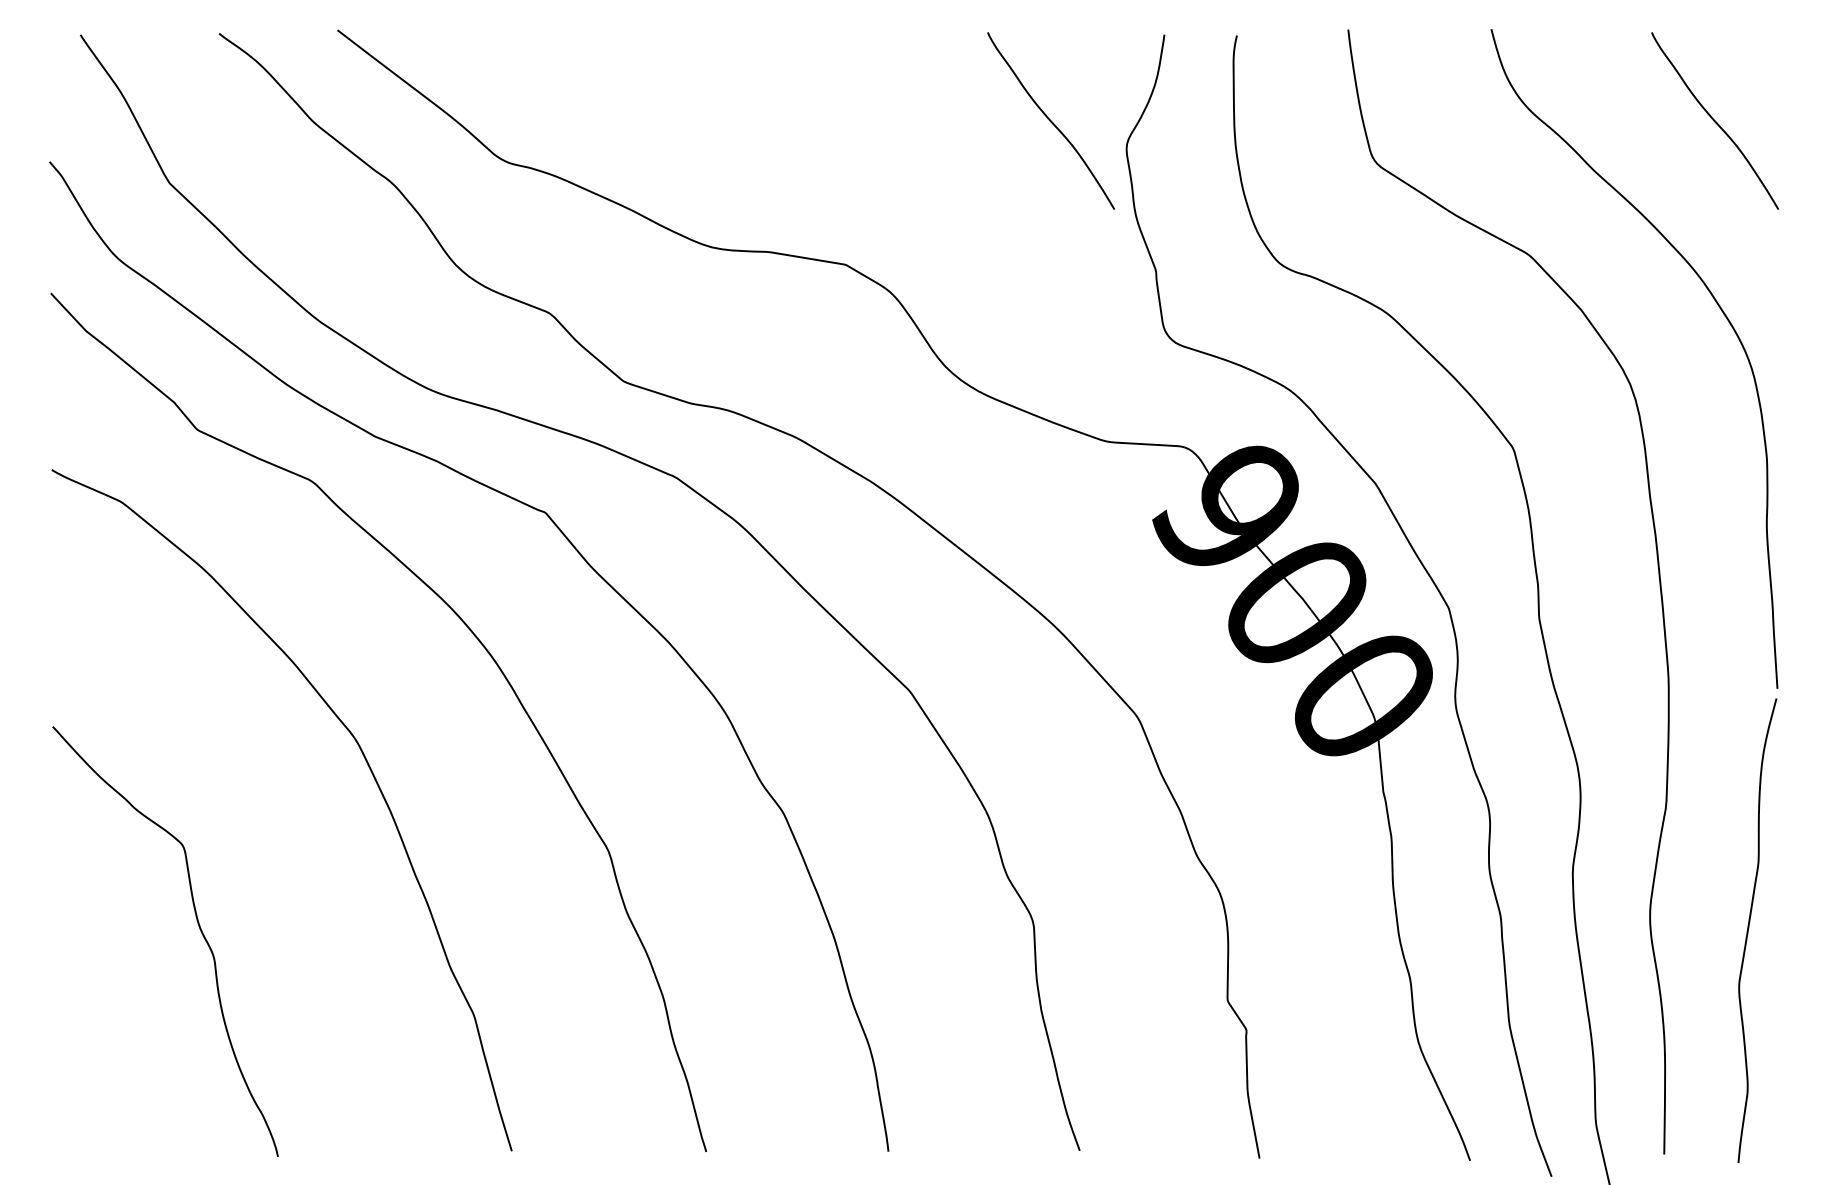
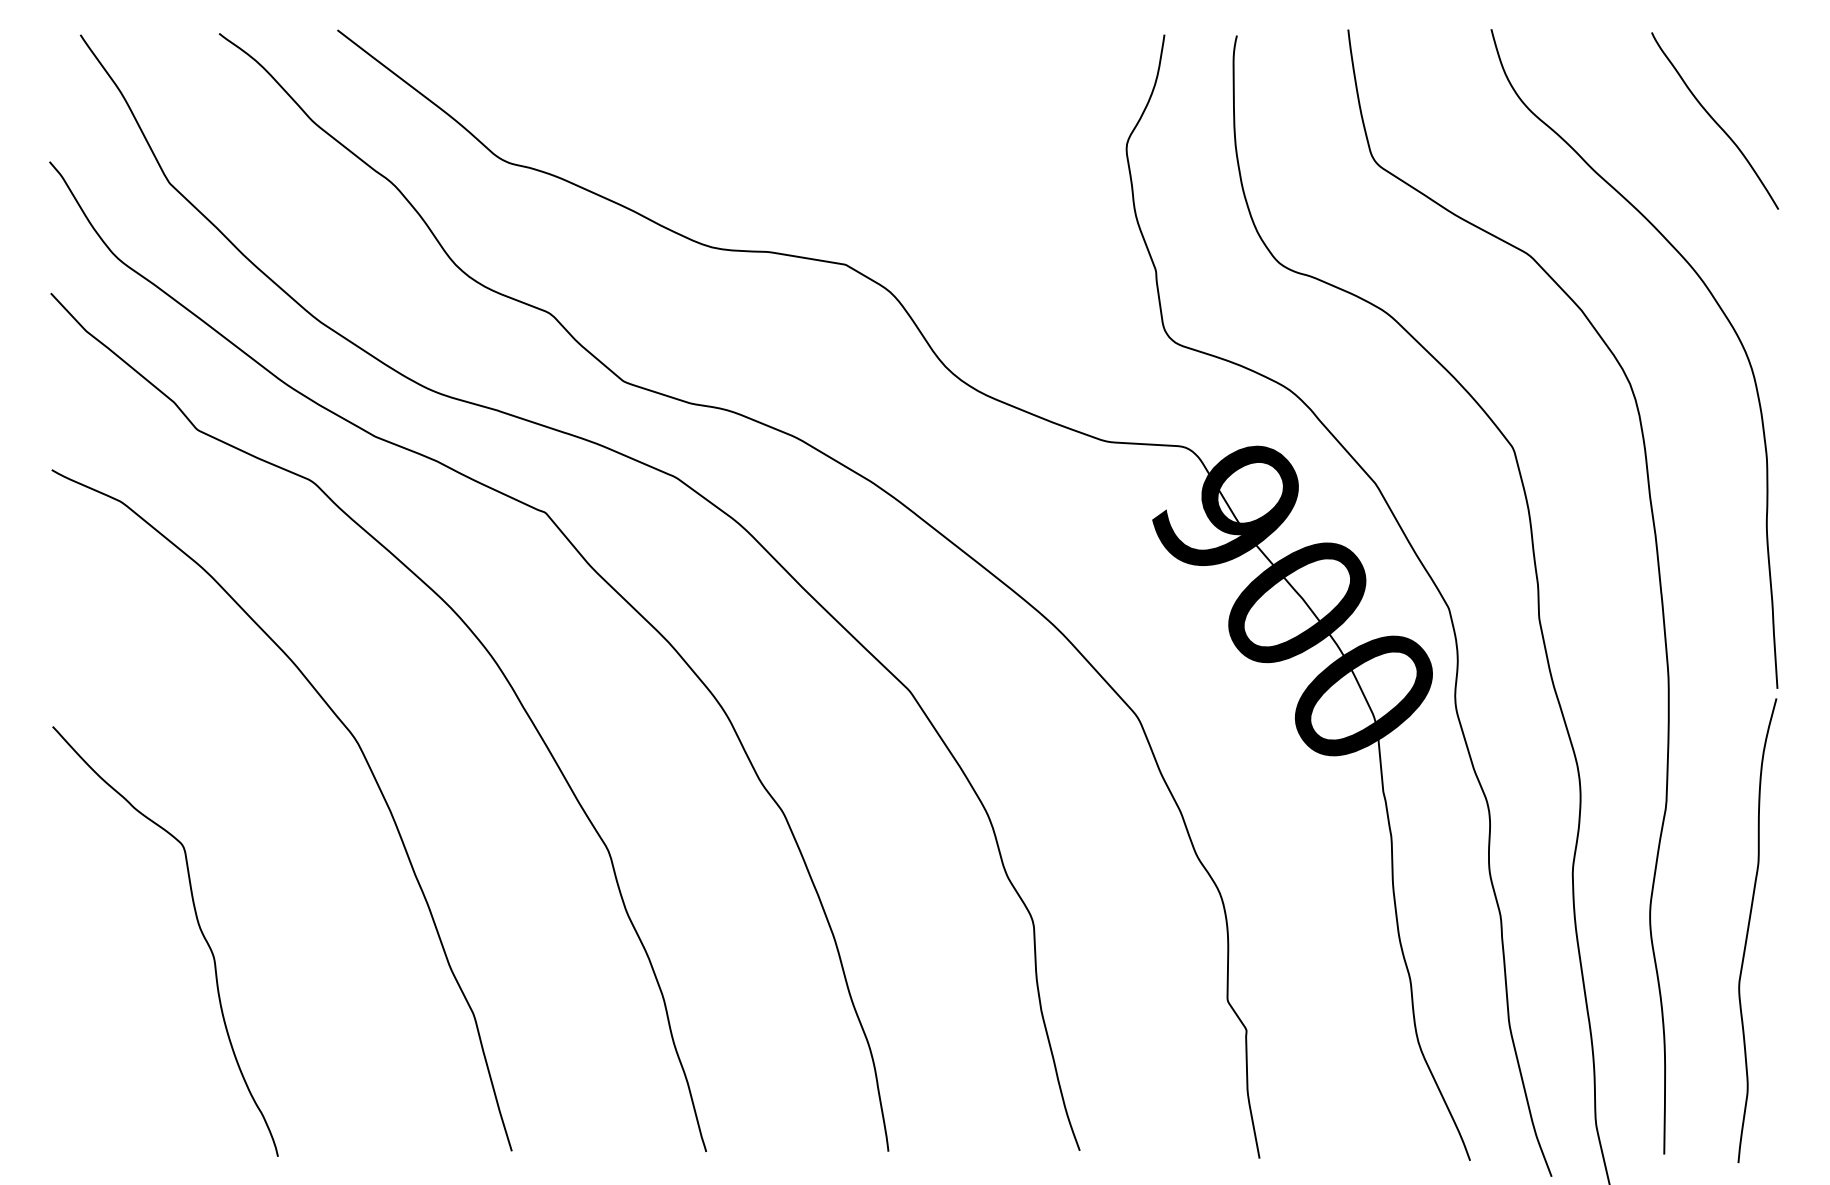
curve at (1050, 120): present -> none
